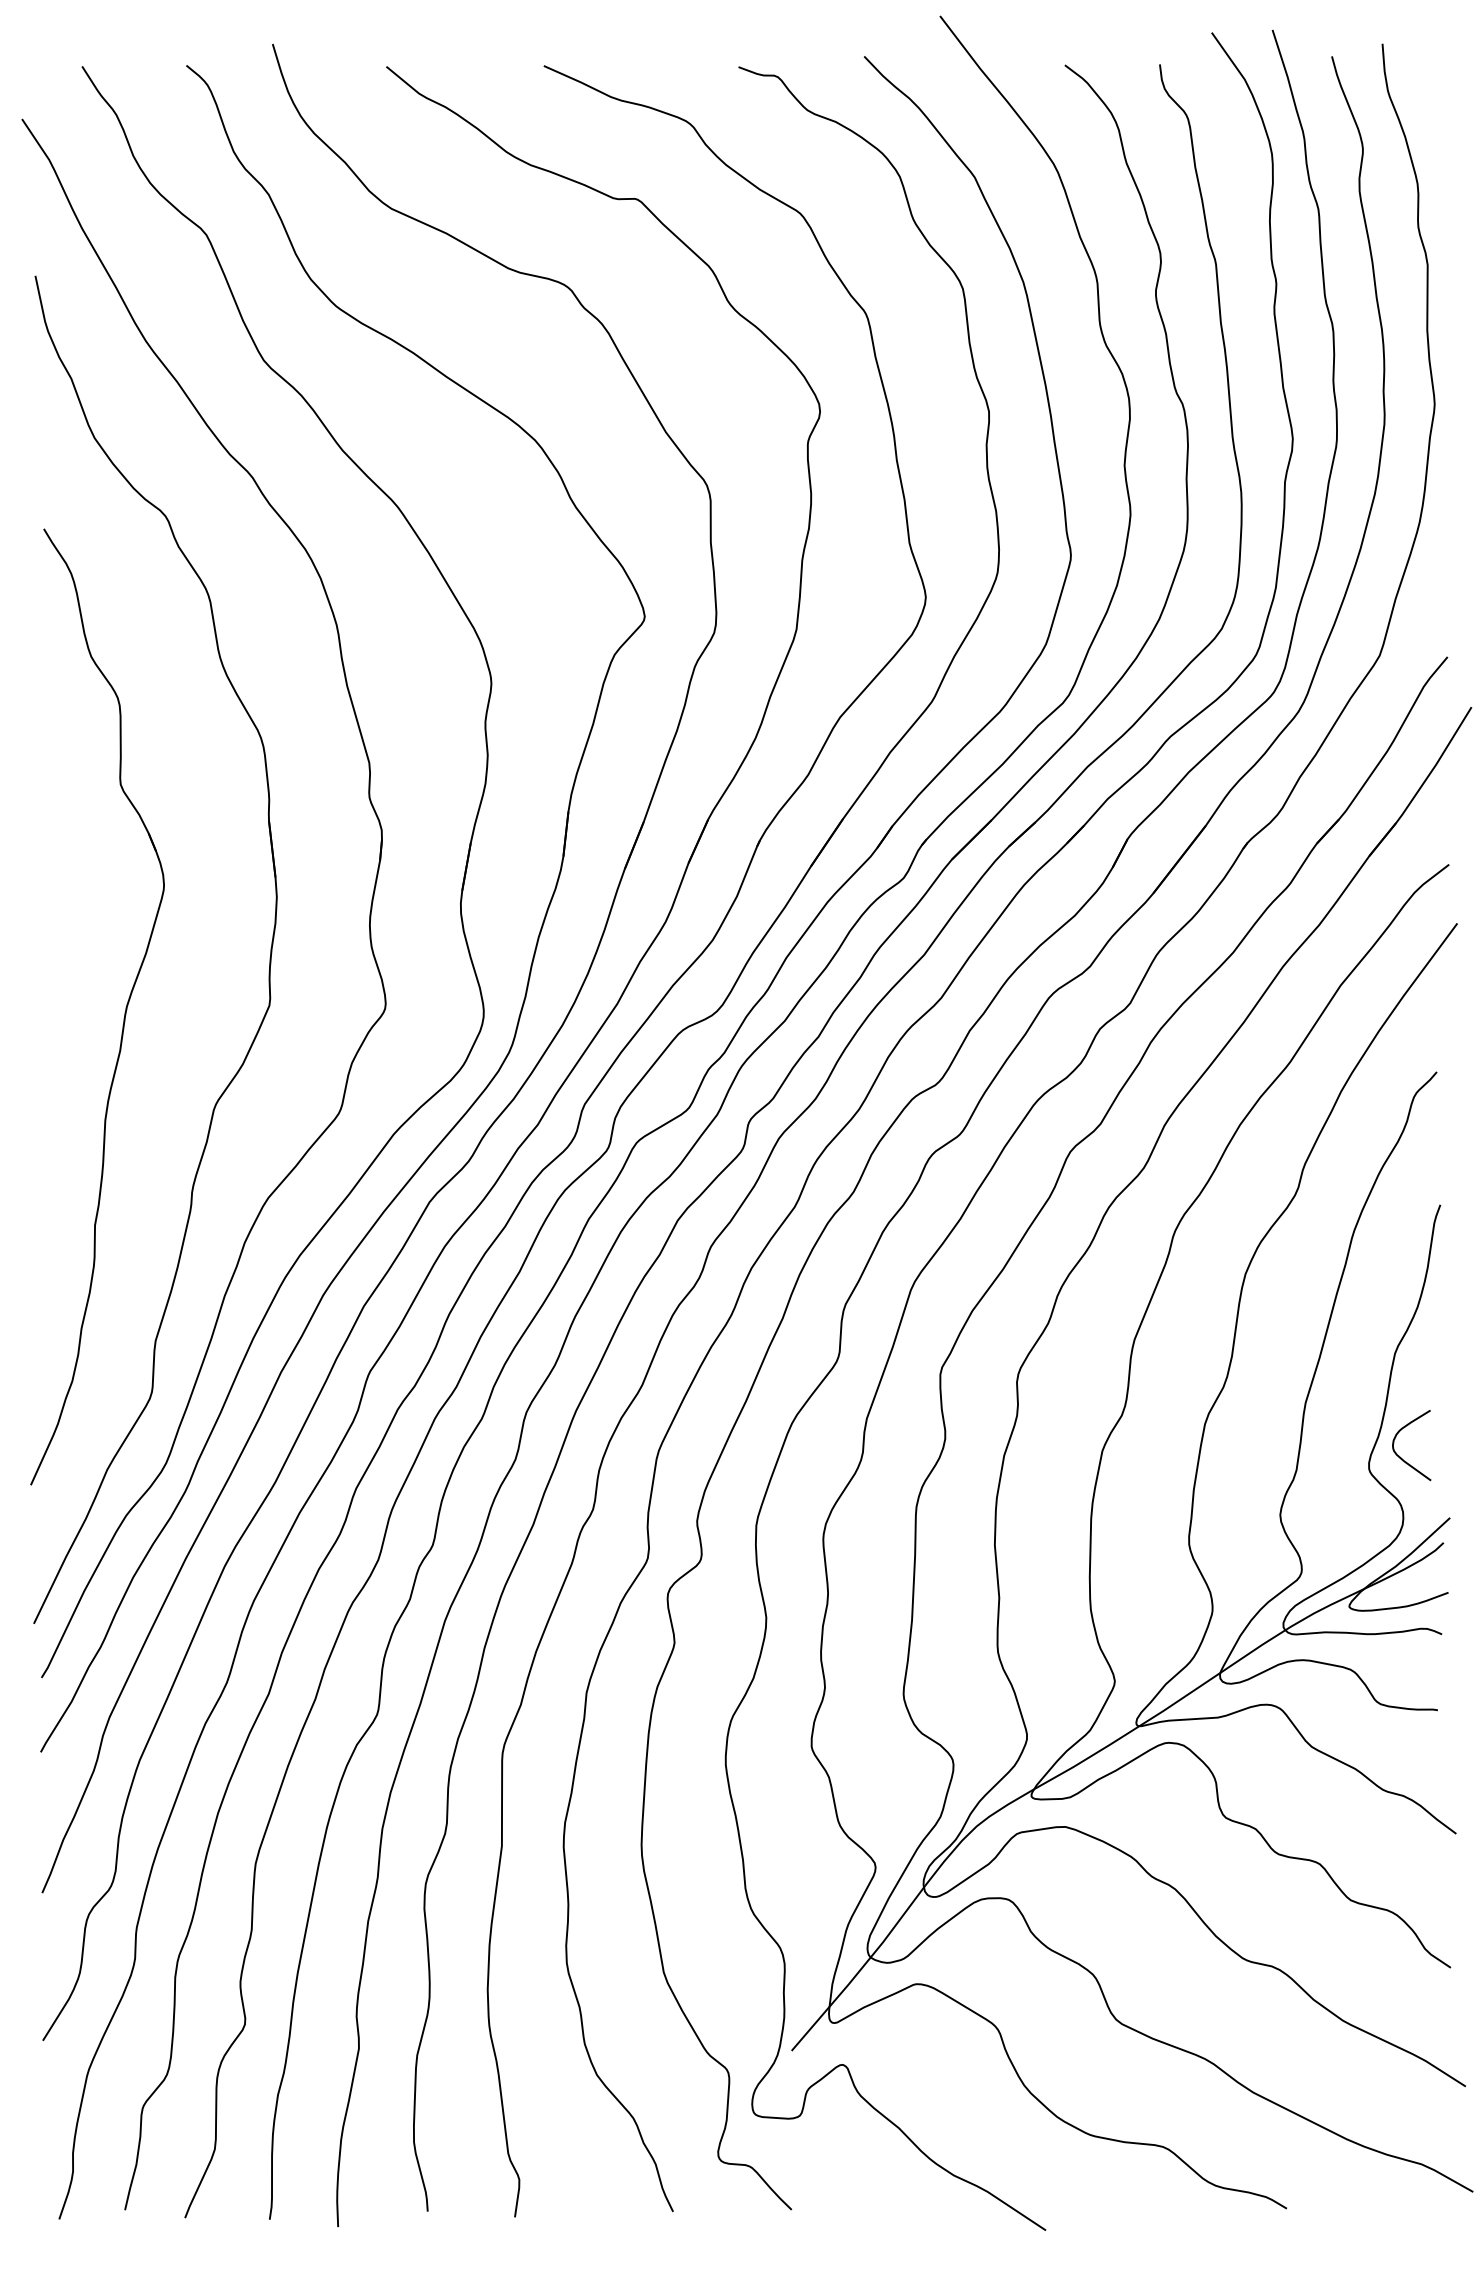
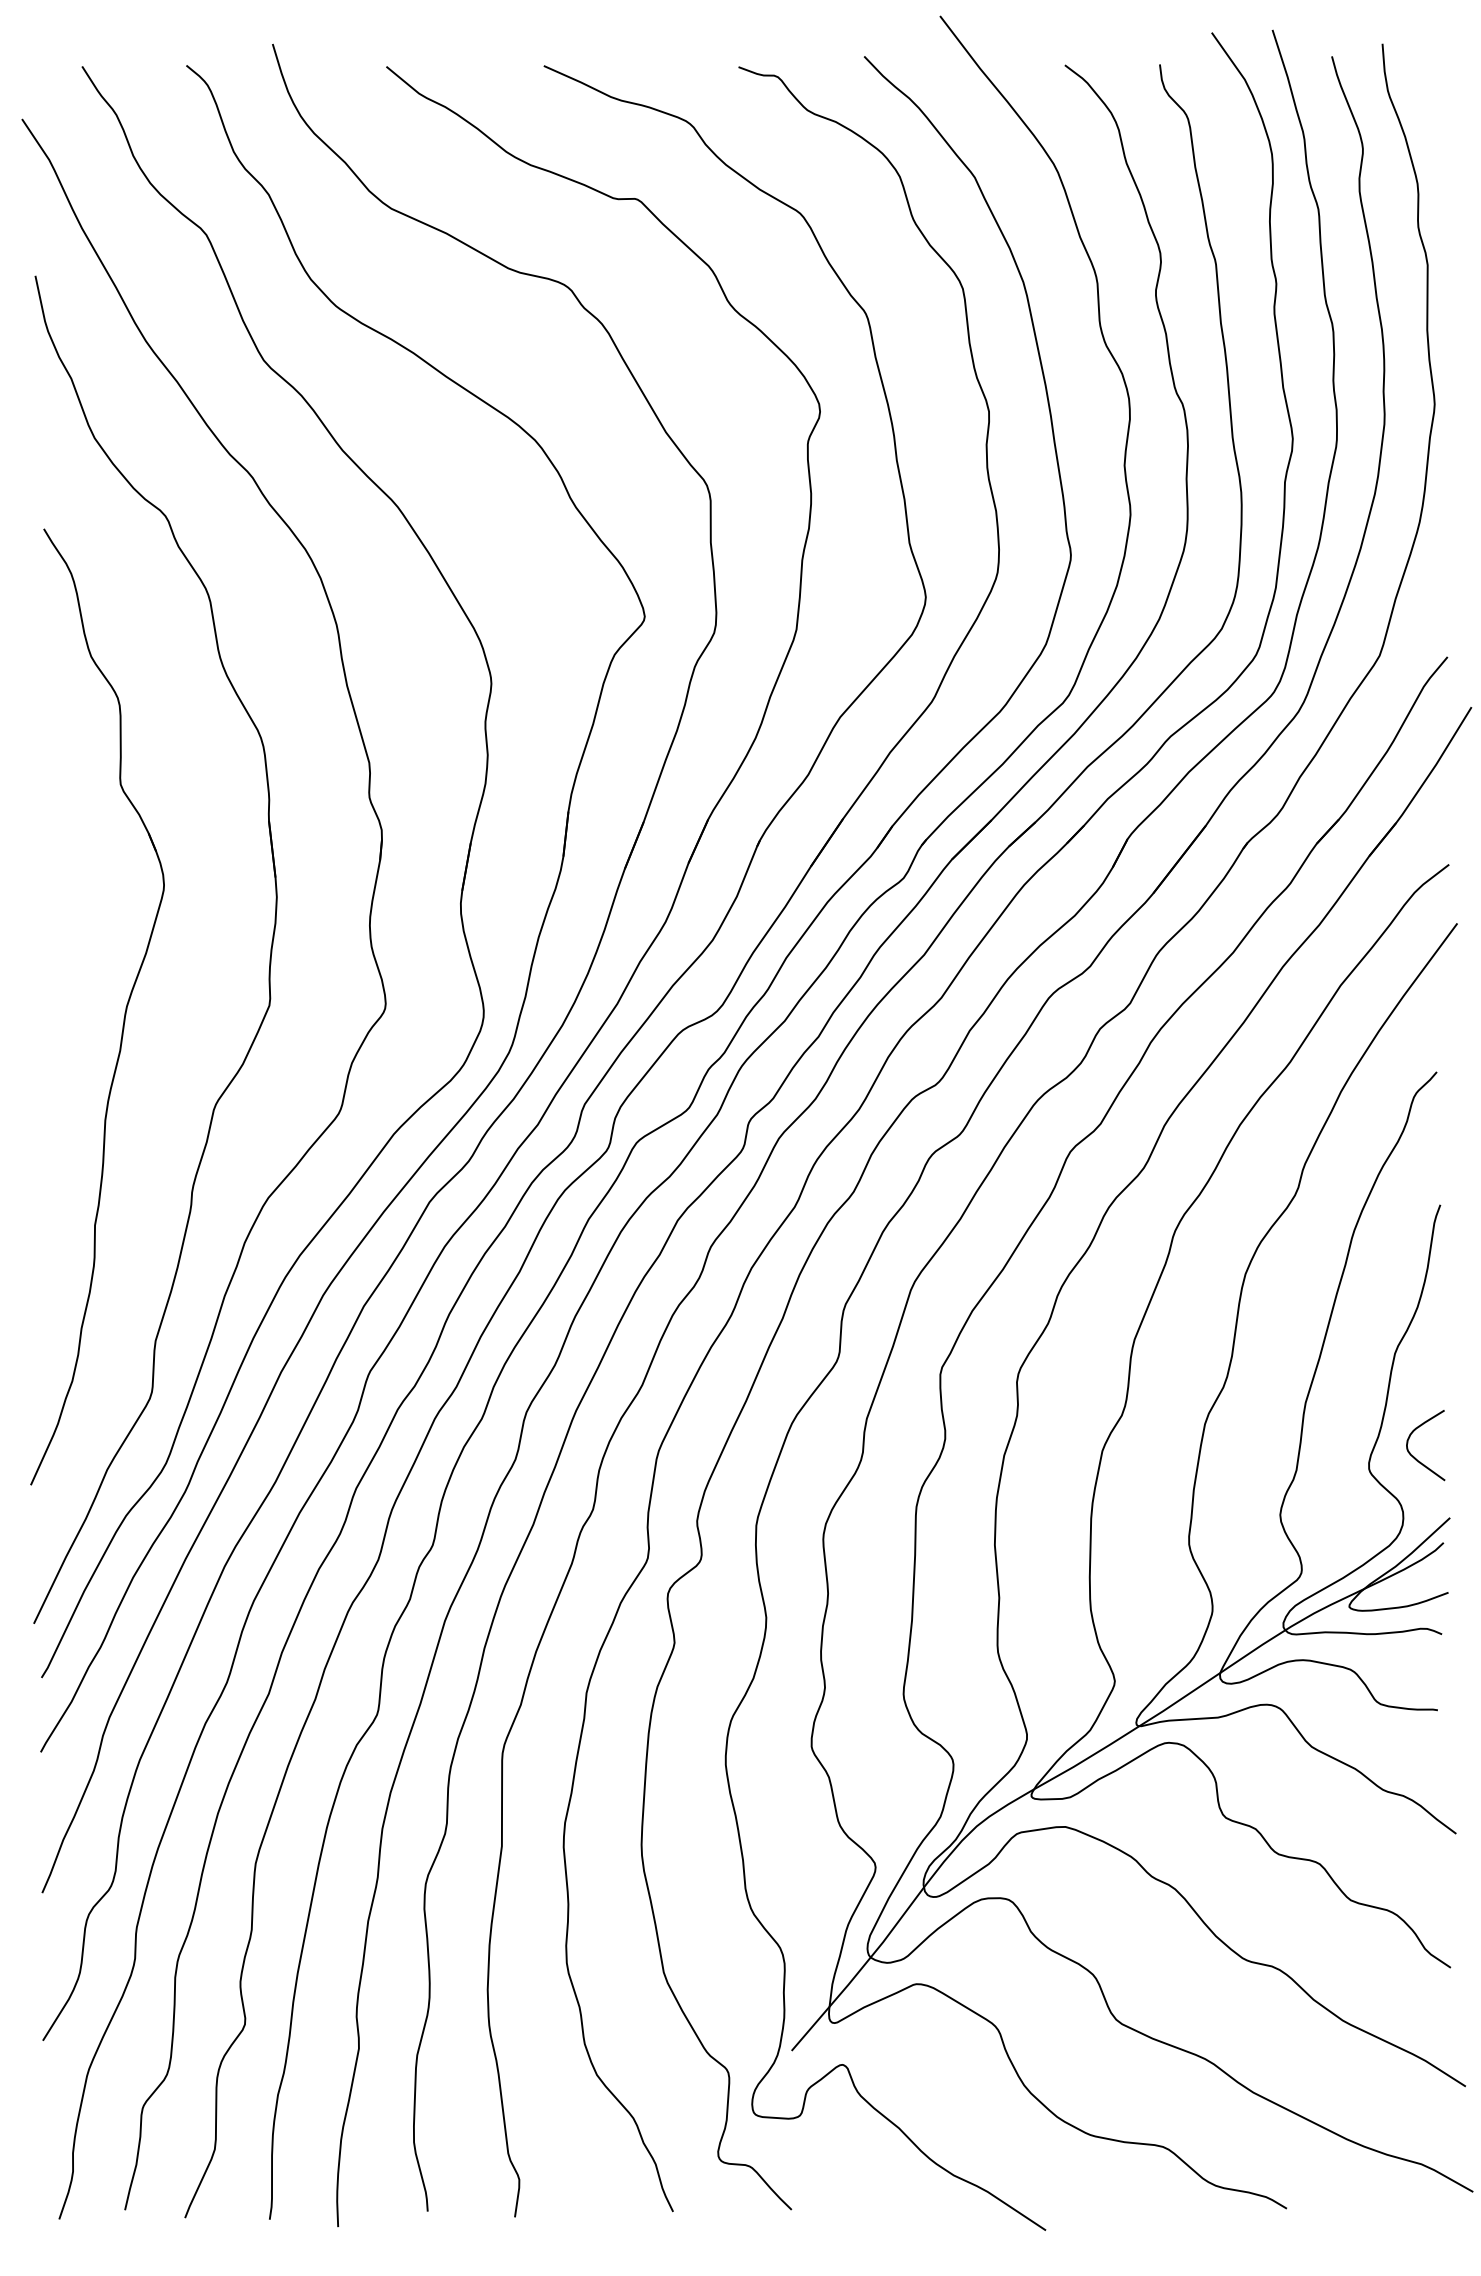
curve at (1400, 1456) position: (1400, 1456) -> (1414, 1456)
